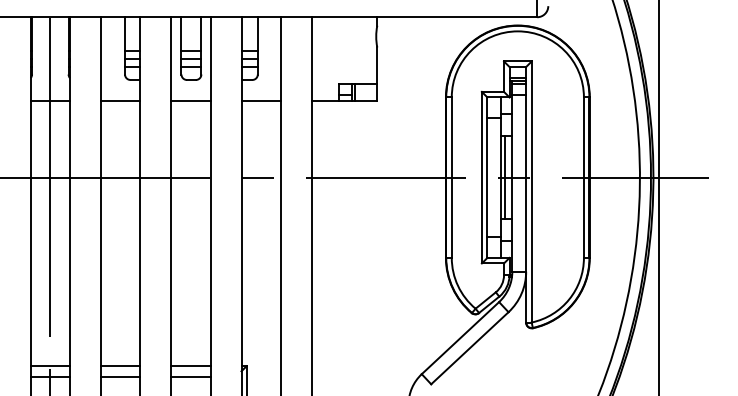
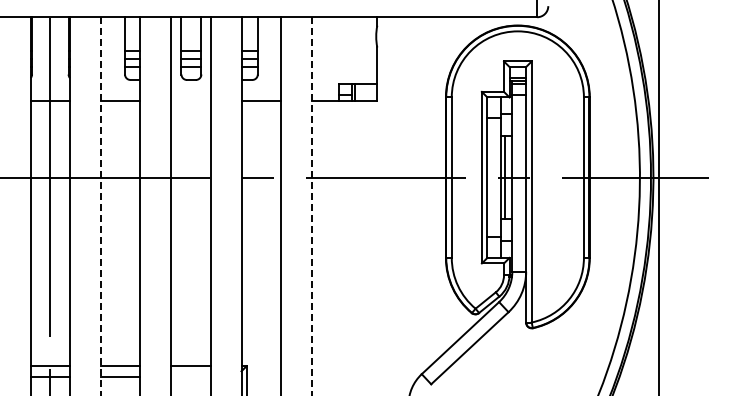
line at (190, 100): present -> none
line at (100, 207): solid -> dashed
line at (311, 207): solid -> dashed
line at (190, 377): present -> none
